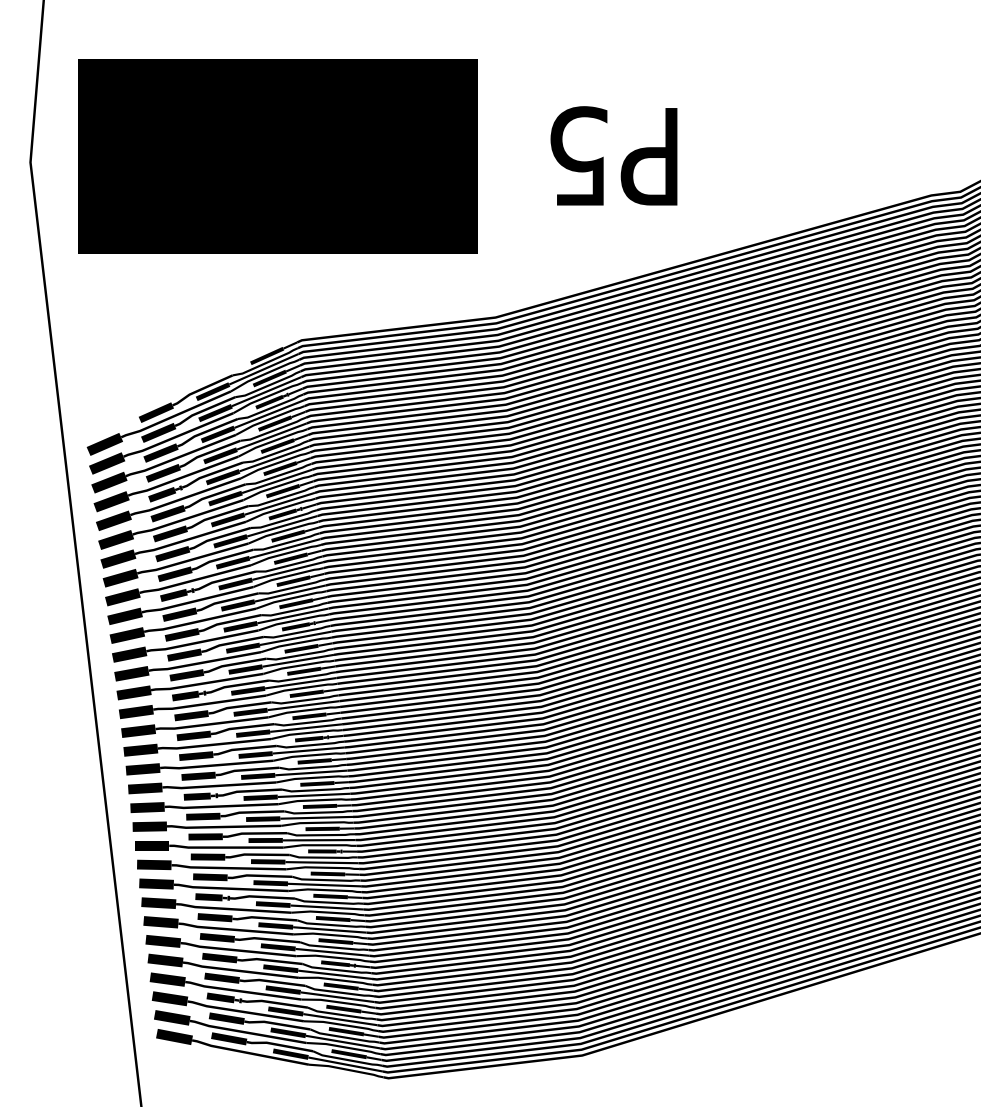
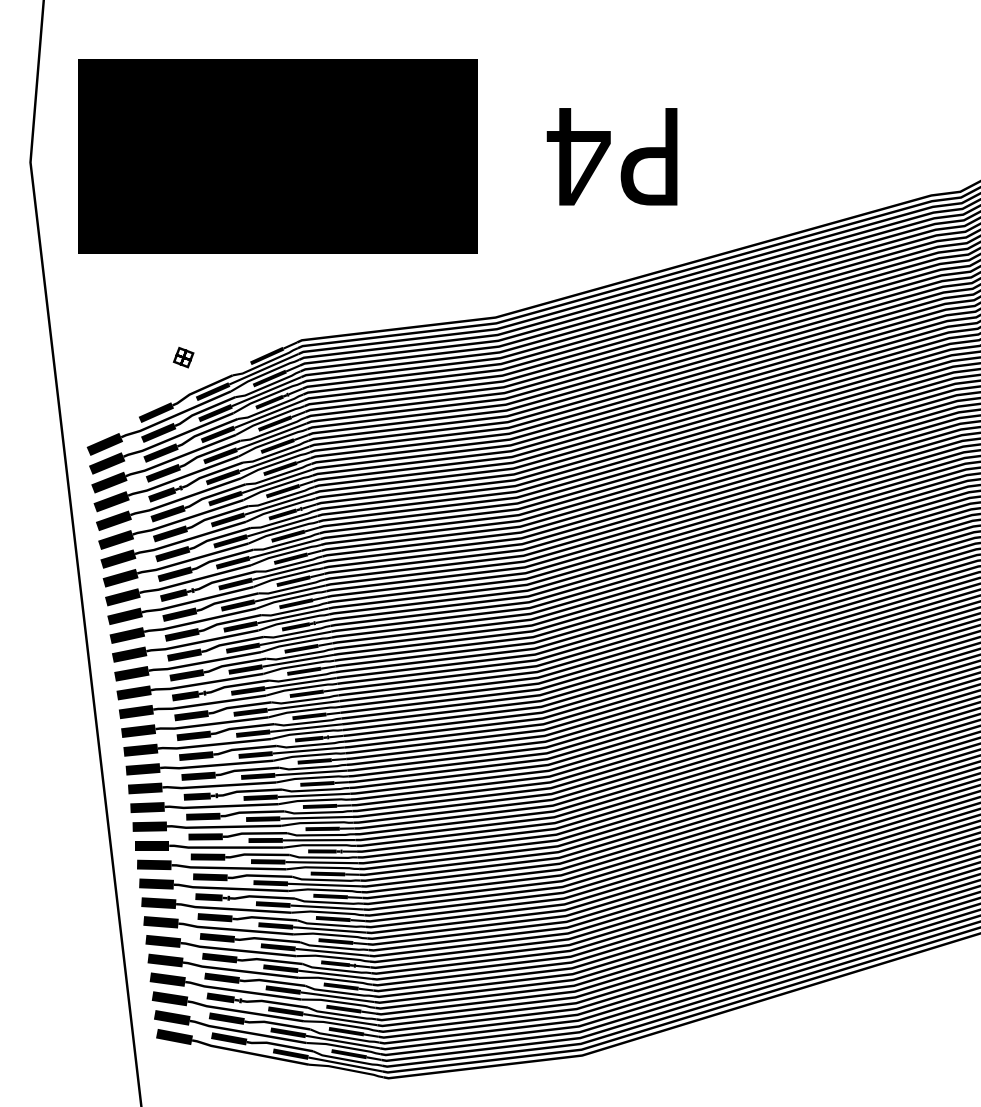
text at (578, 155): P5 -> P4
part at (183, 357): none -> present
